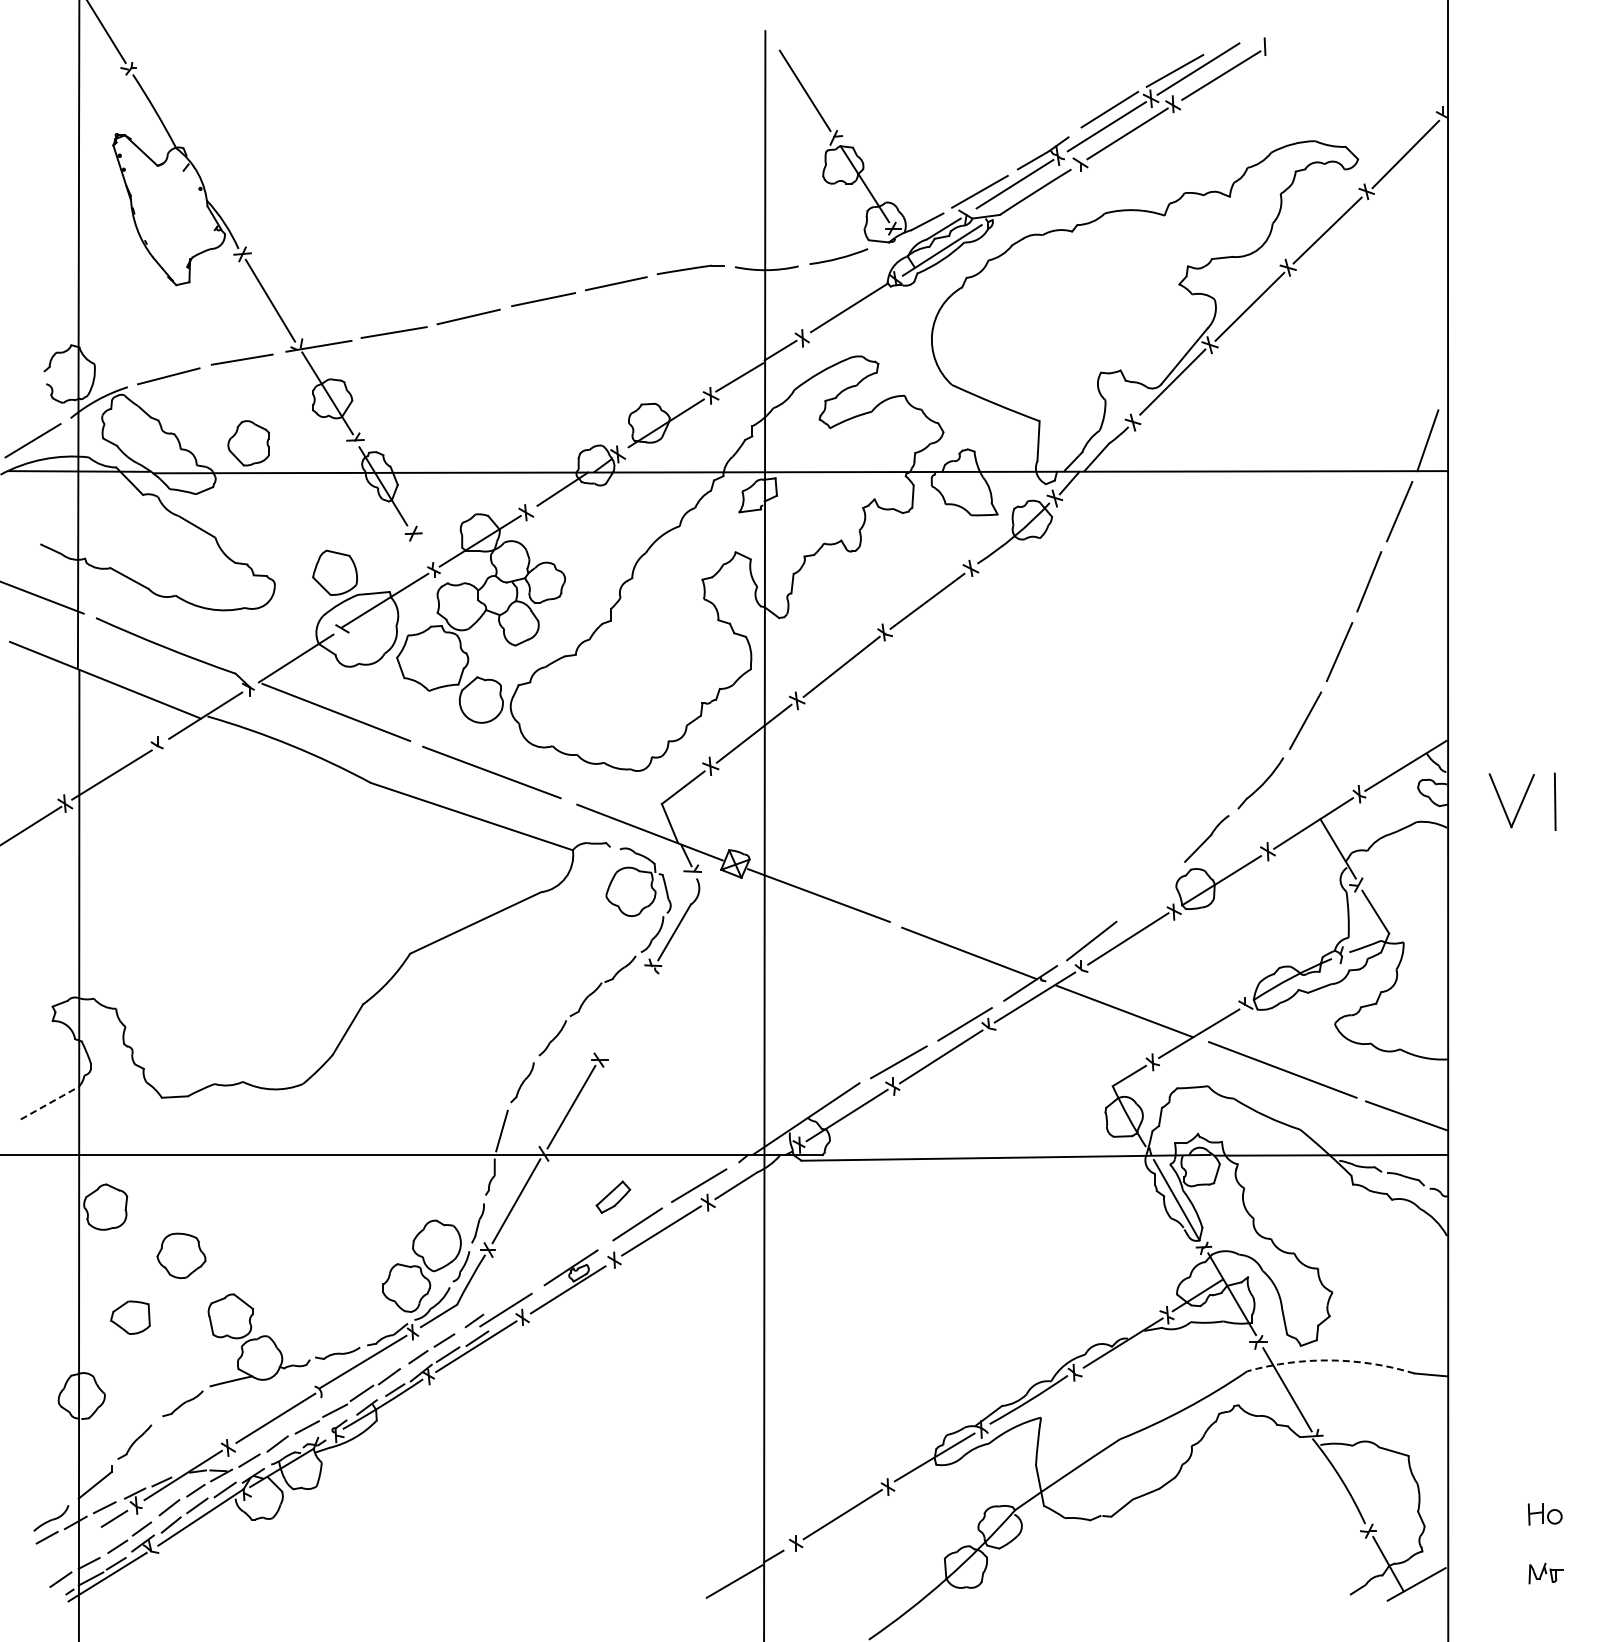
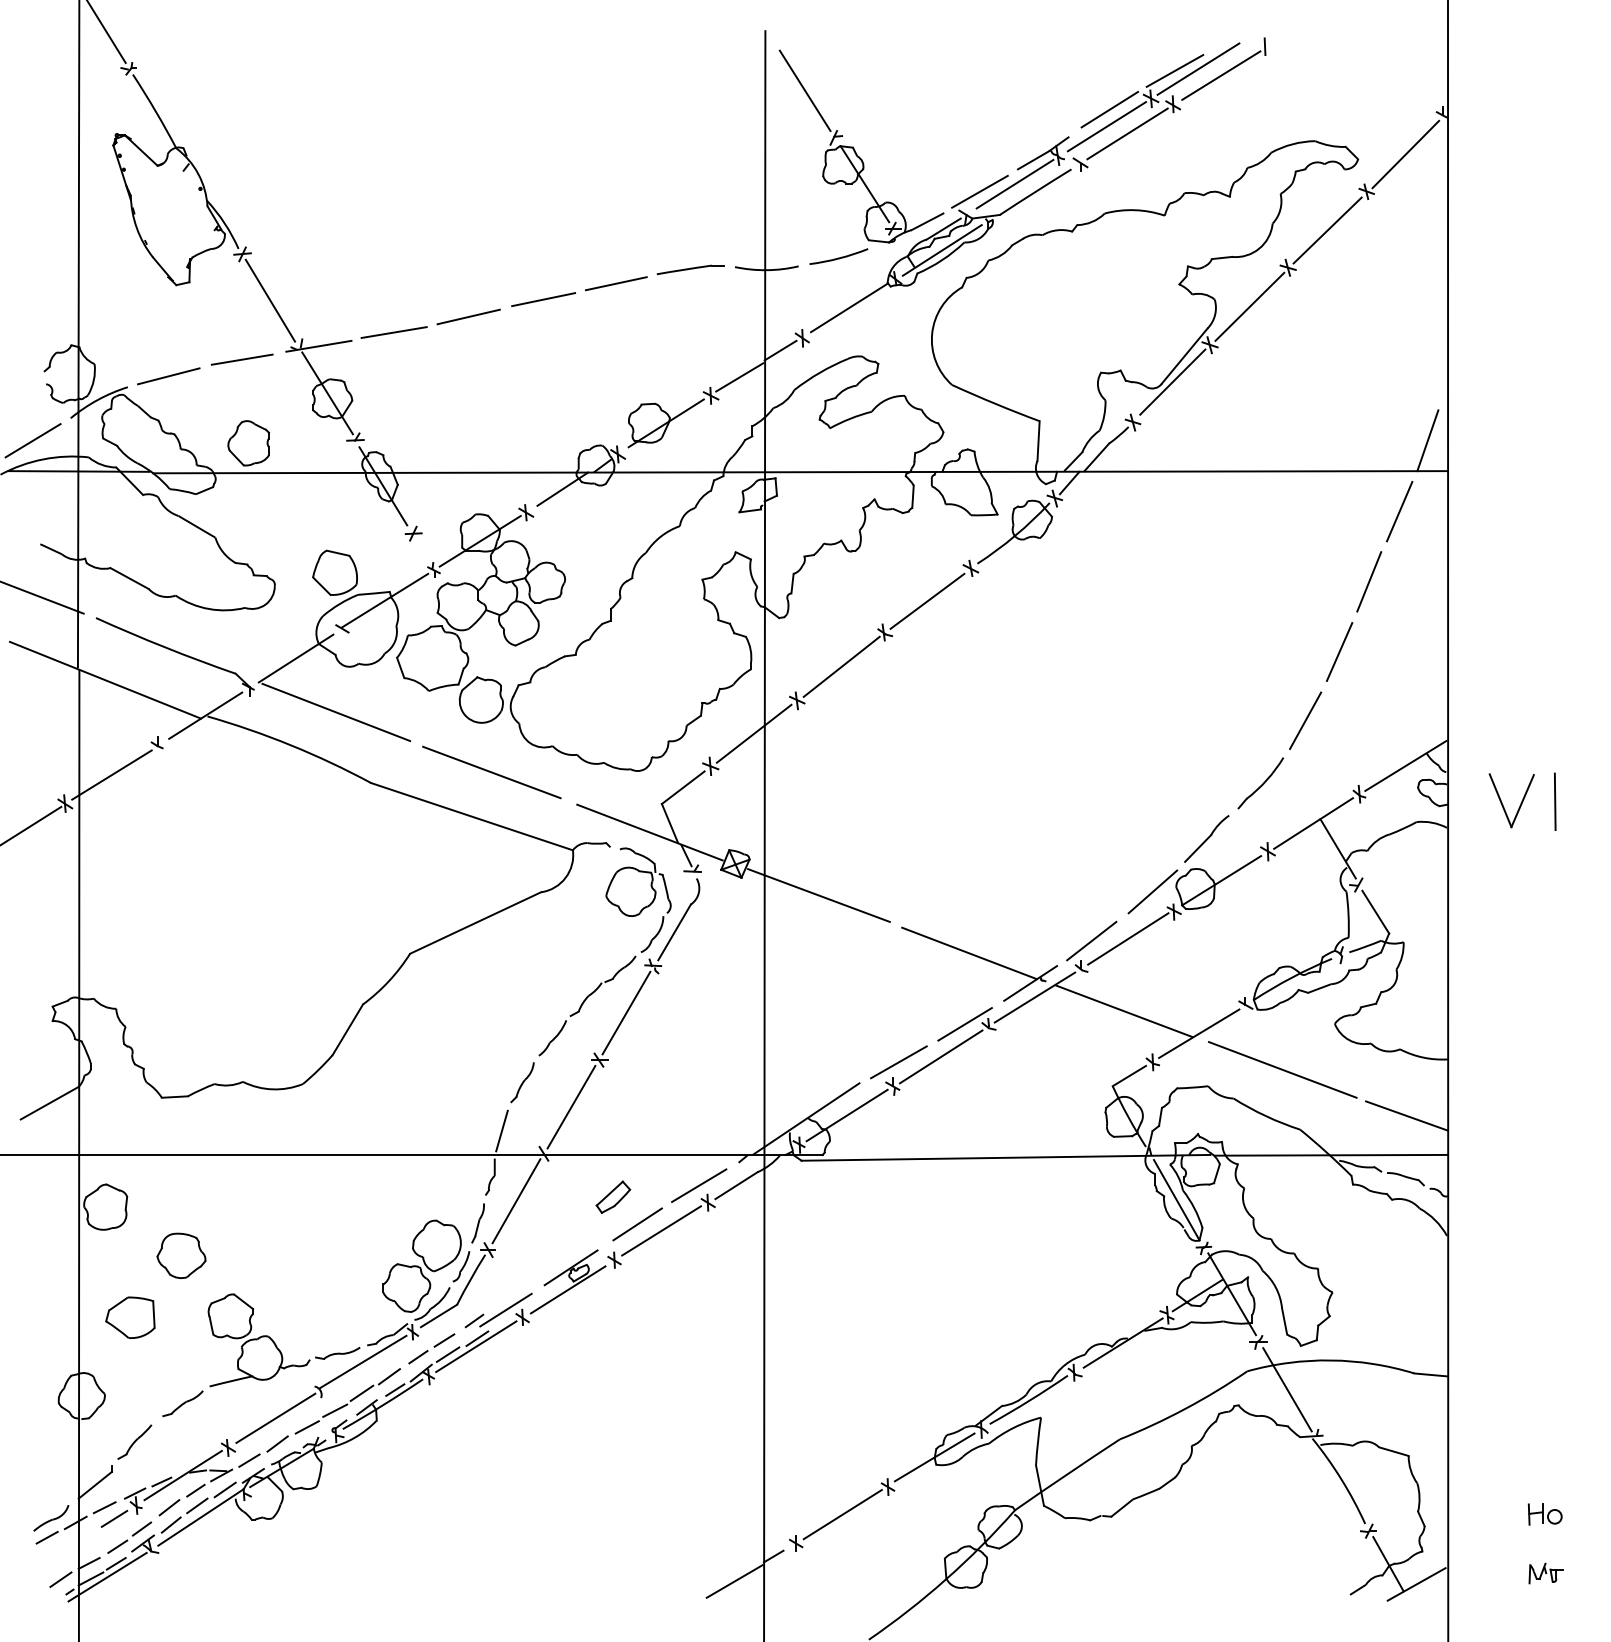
line at (1152, 891): none -> present
line at (626, 1012): none -> present
line at (50, 1102): dashed -> solid
part at (130, 1317) size: 41x35 px -> 51x43 px
arc at (1331, 1360): dashed -> solid
